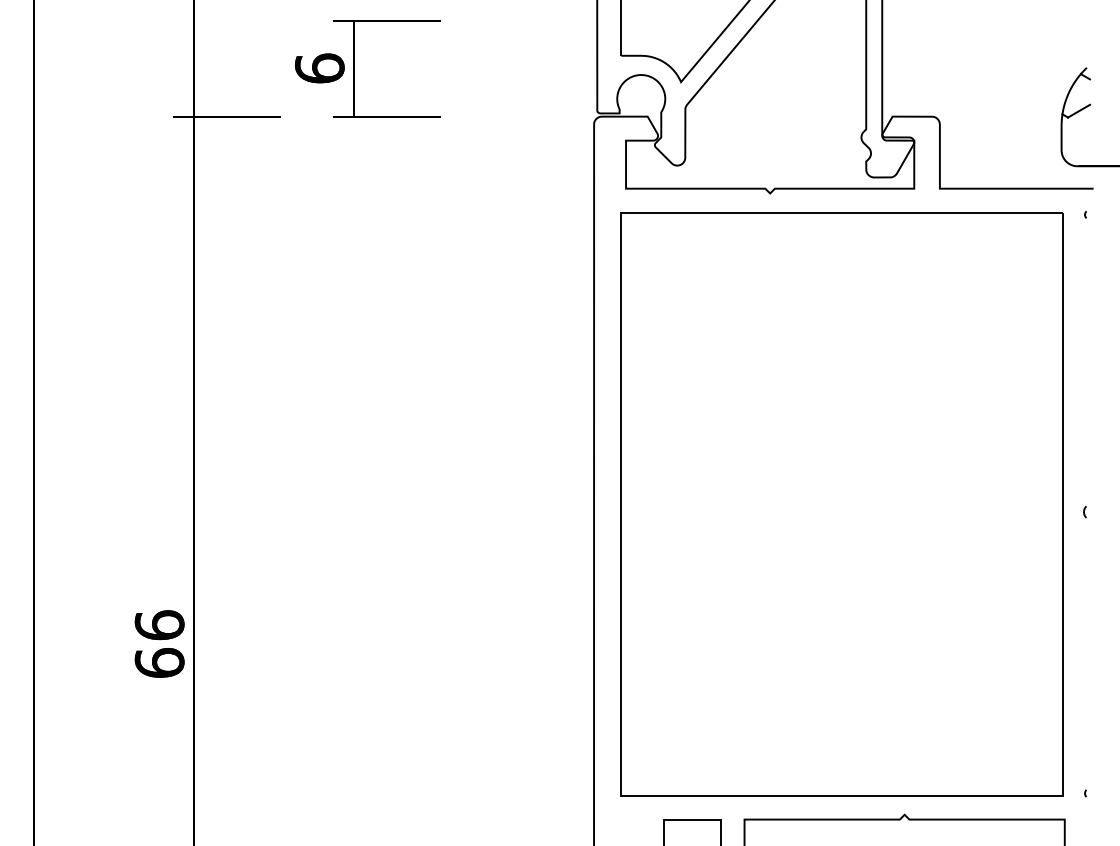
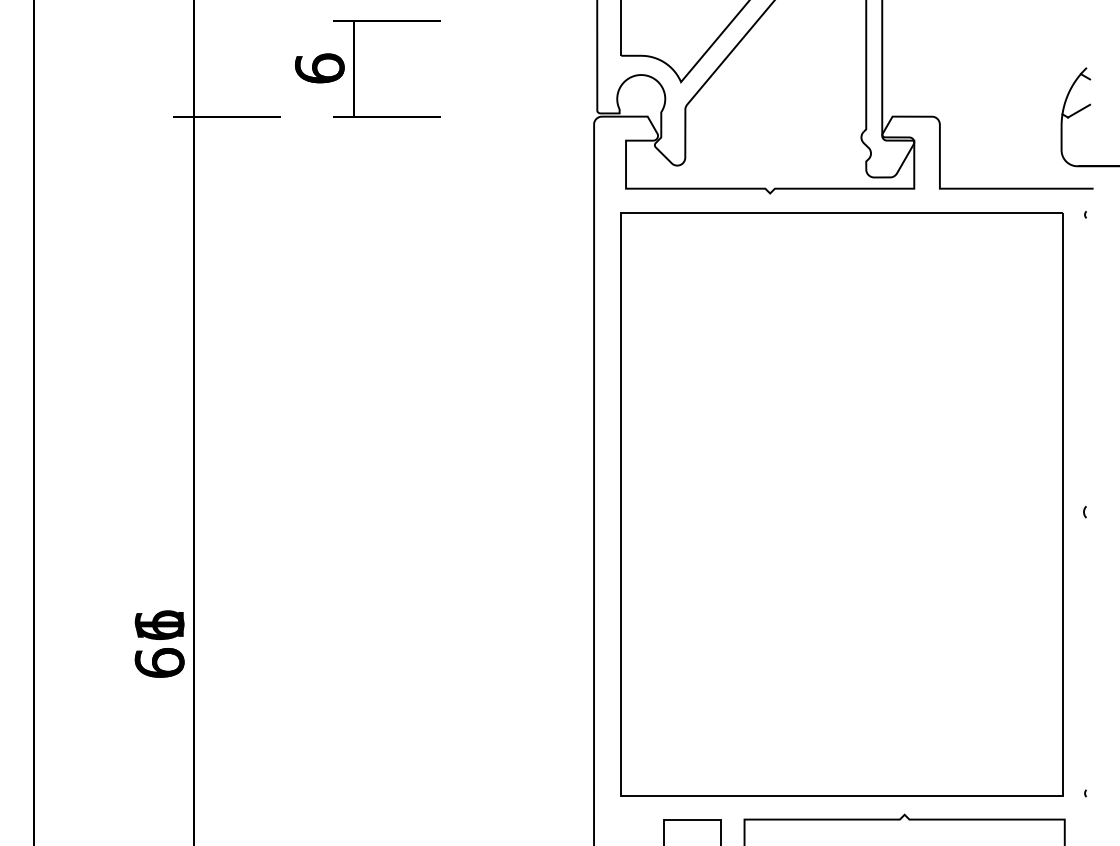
text at (159, 624): 66 -> 61
